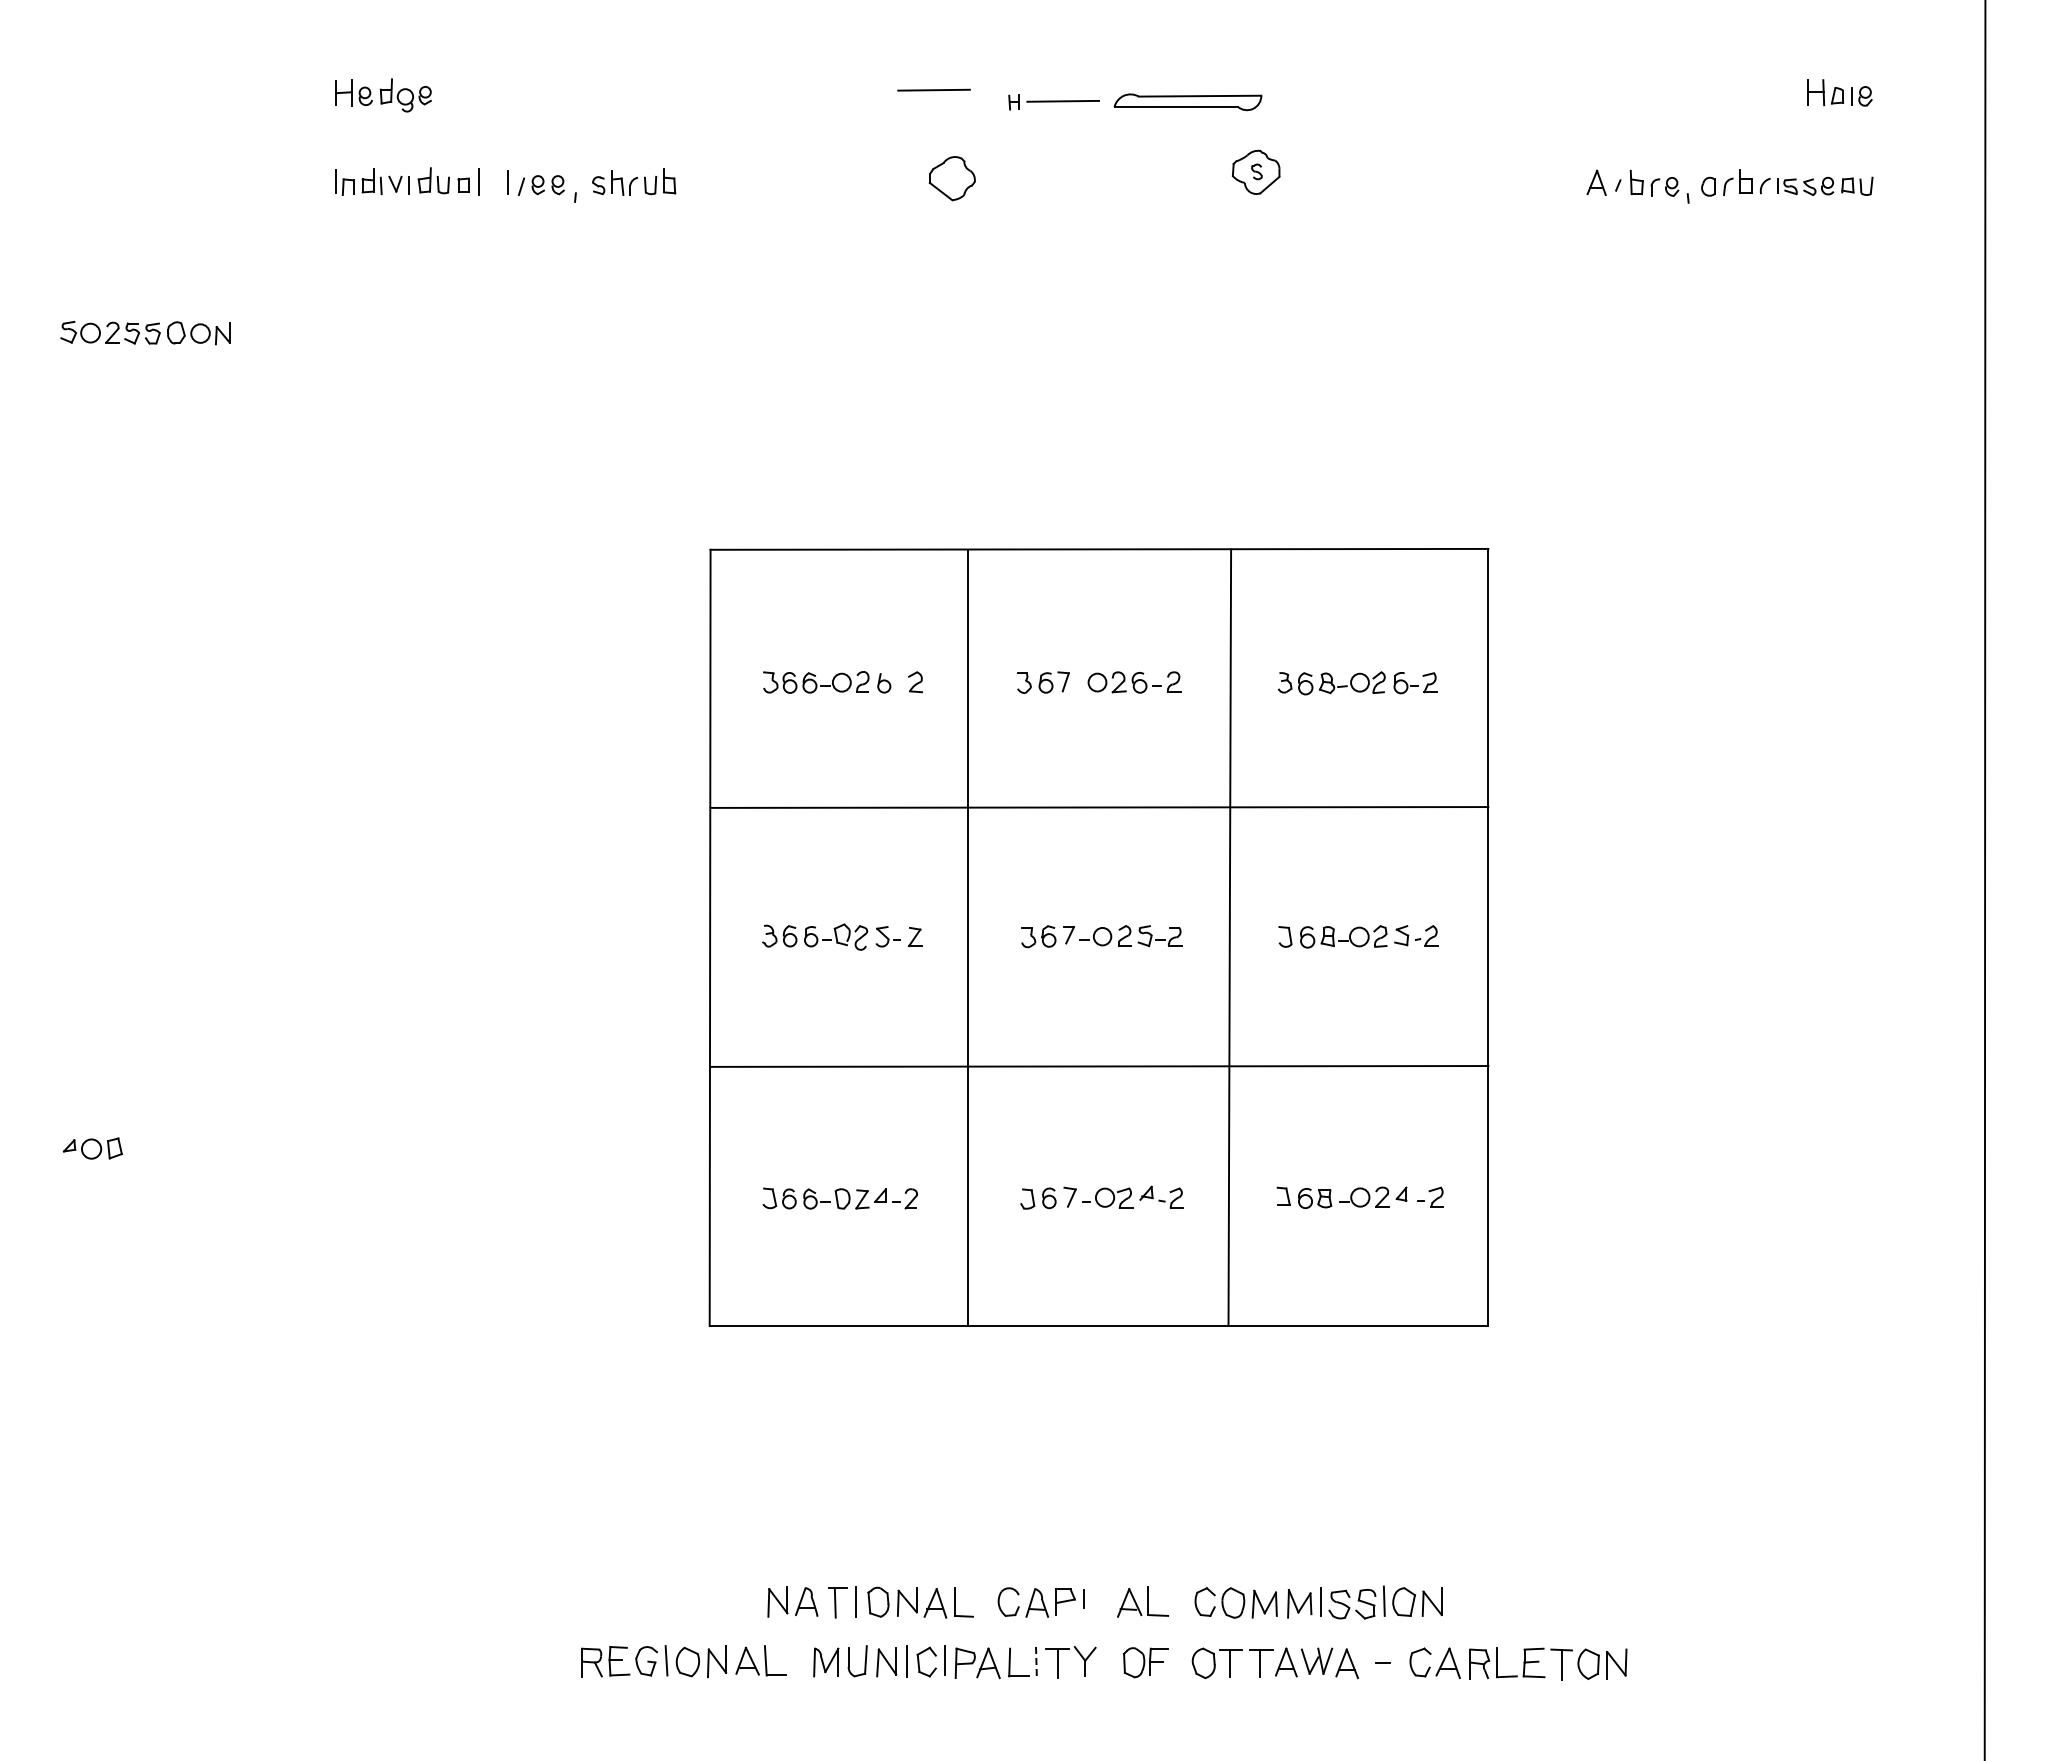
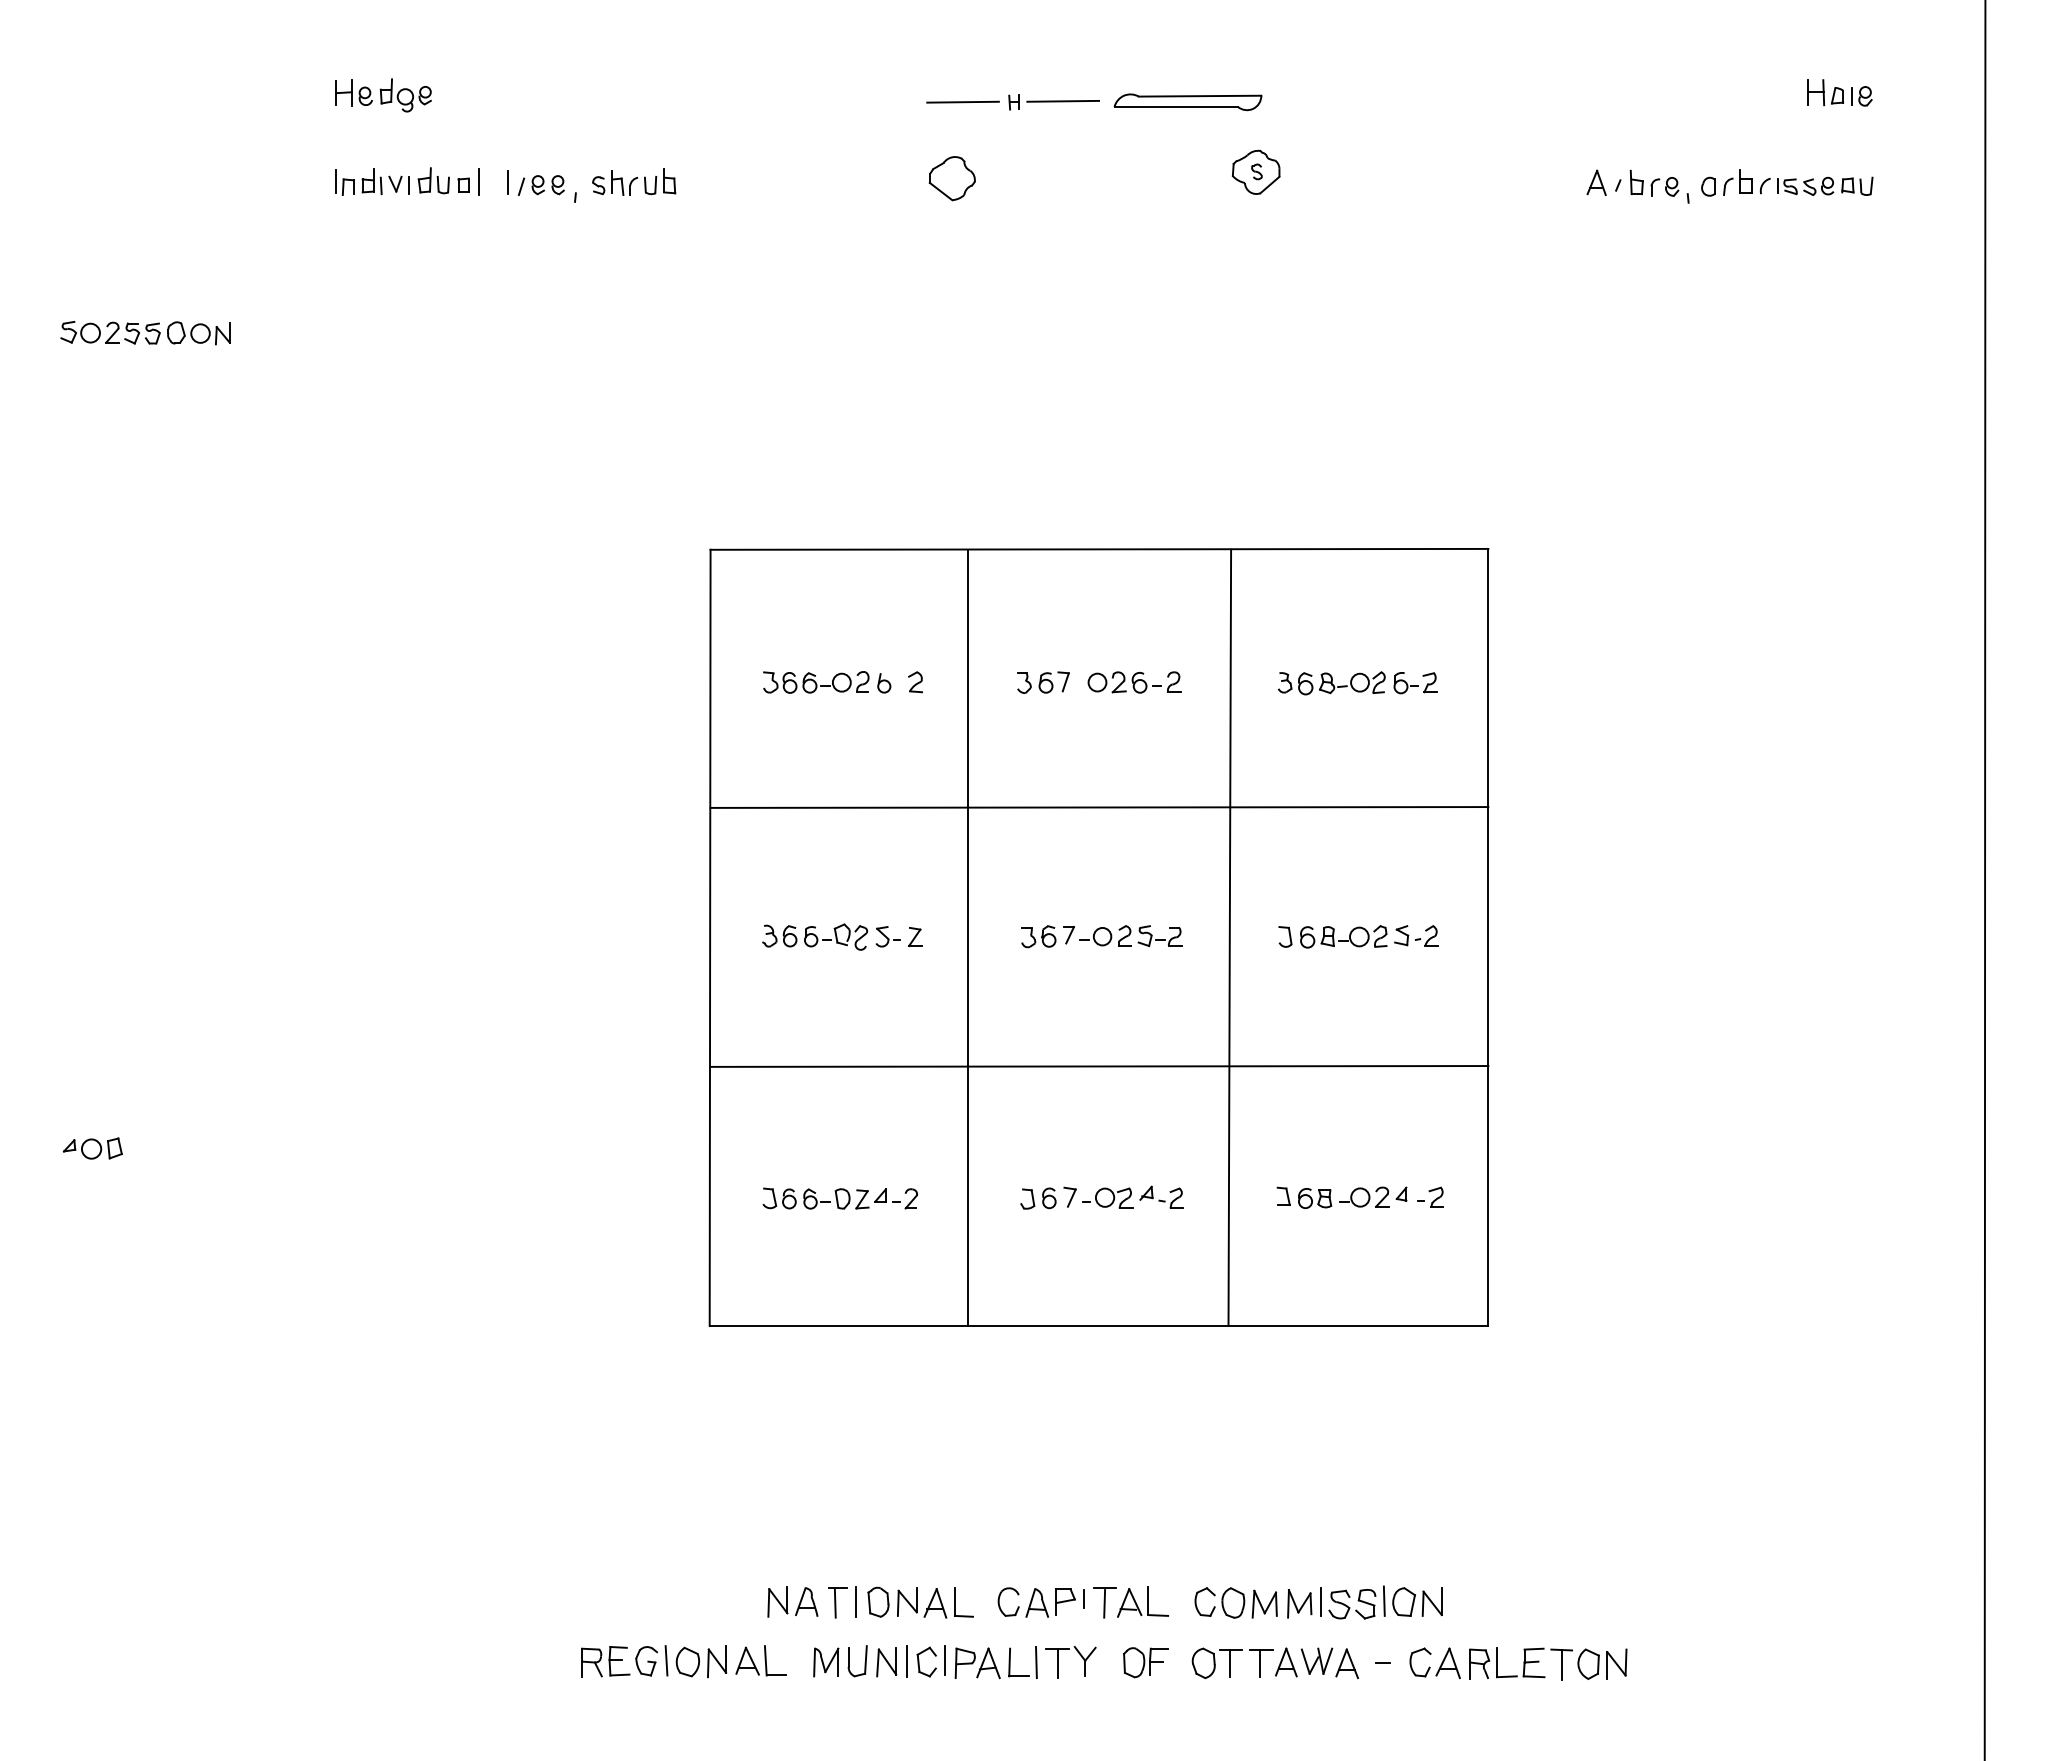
line at (933, 89) position: (933, 89) -> (962, 101)
part at (1104, 1602): none -> present
line at (1036, 1662): dashed -> solid
